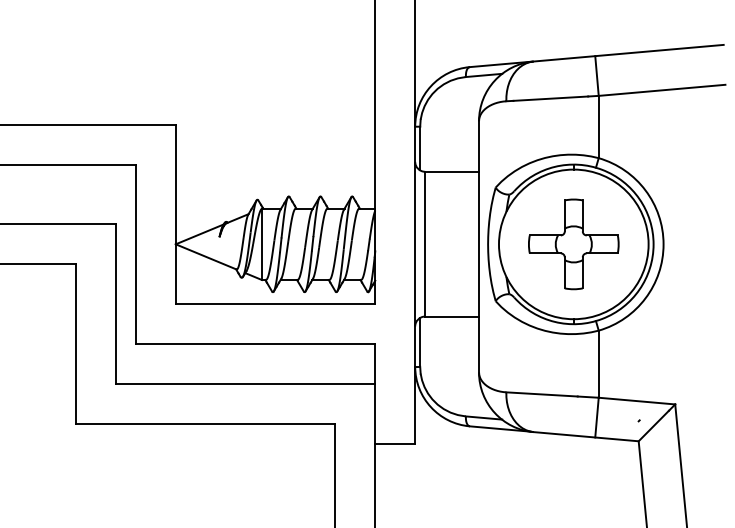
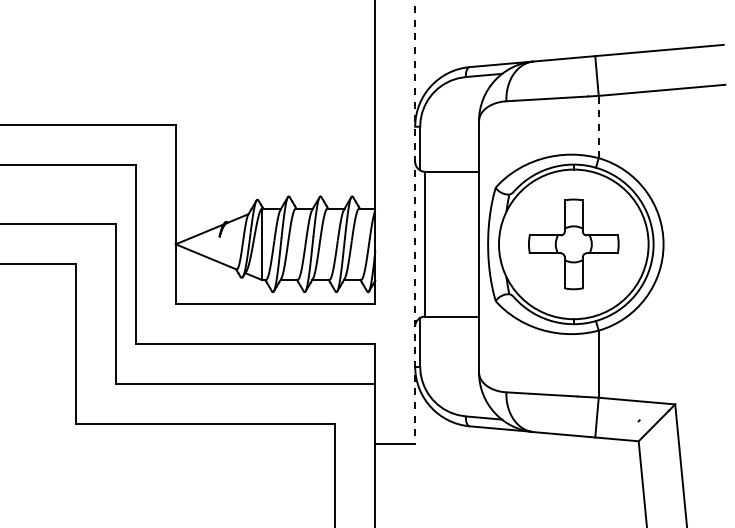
line at (598, 126): solid -> dashed
line at (415, 221): solid -> dashed
